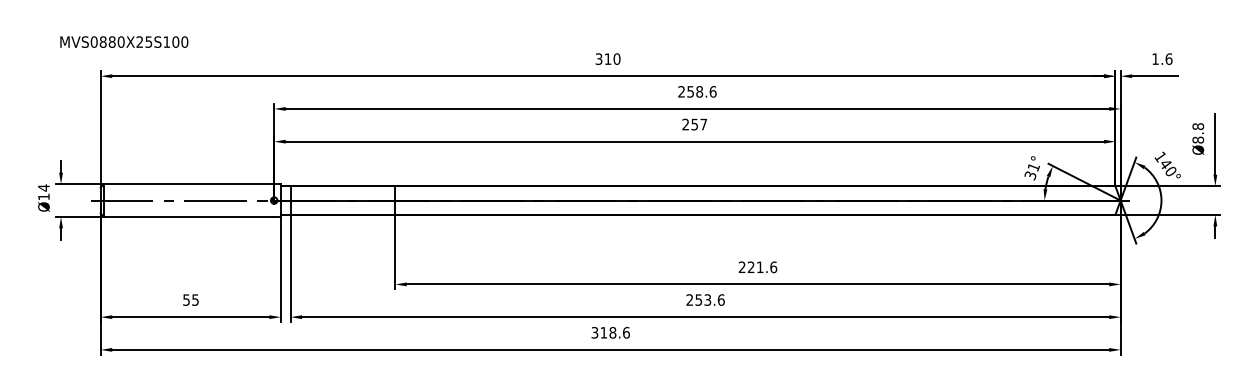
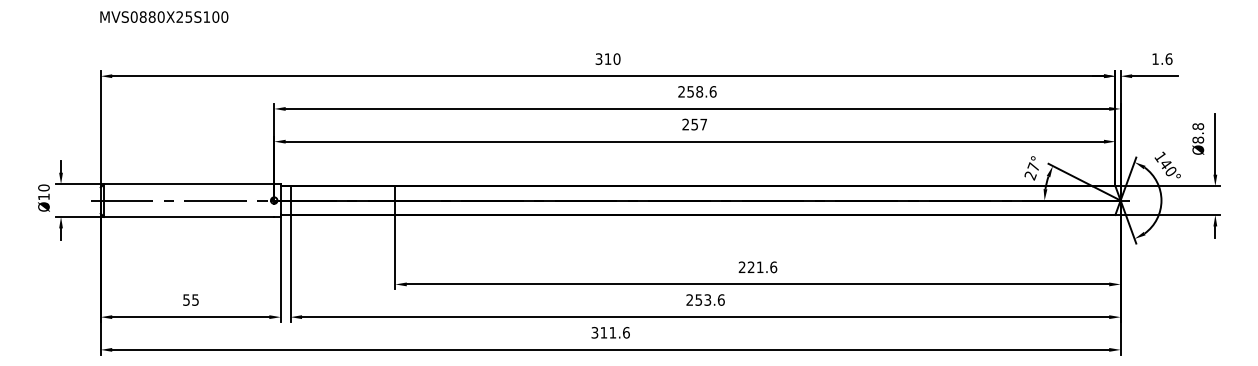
text at (124, 41) position: (124, 41) -> (164, 16)
text at (1032, 171): 31° -> 27°
text at (43, 187): Ø14 -> Ø10
text at (612, 332): 318.6 -> 311.6
